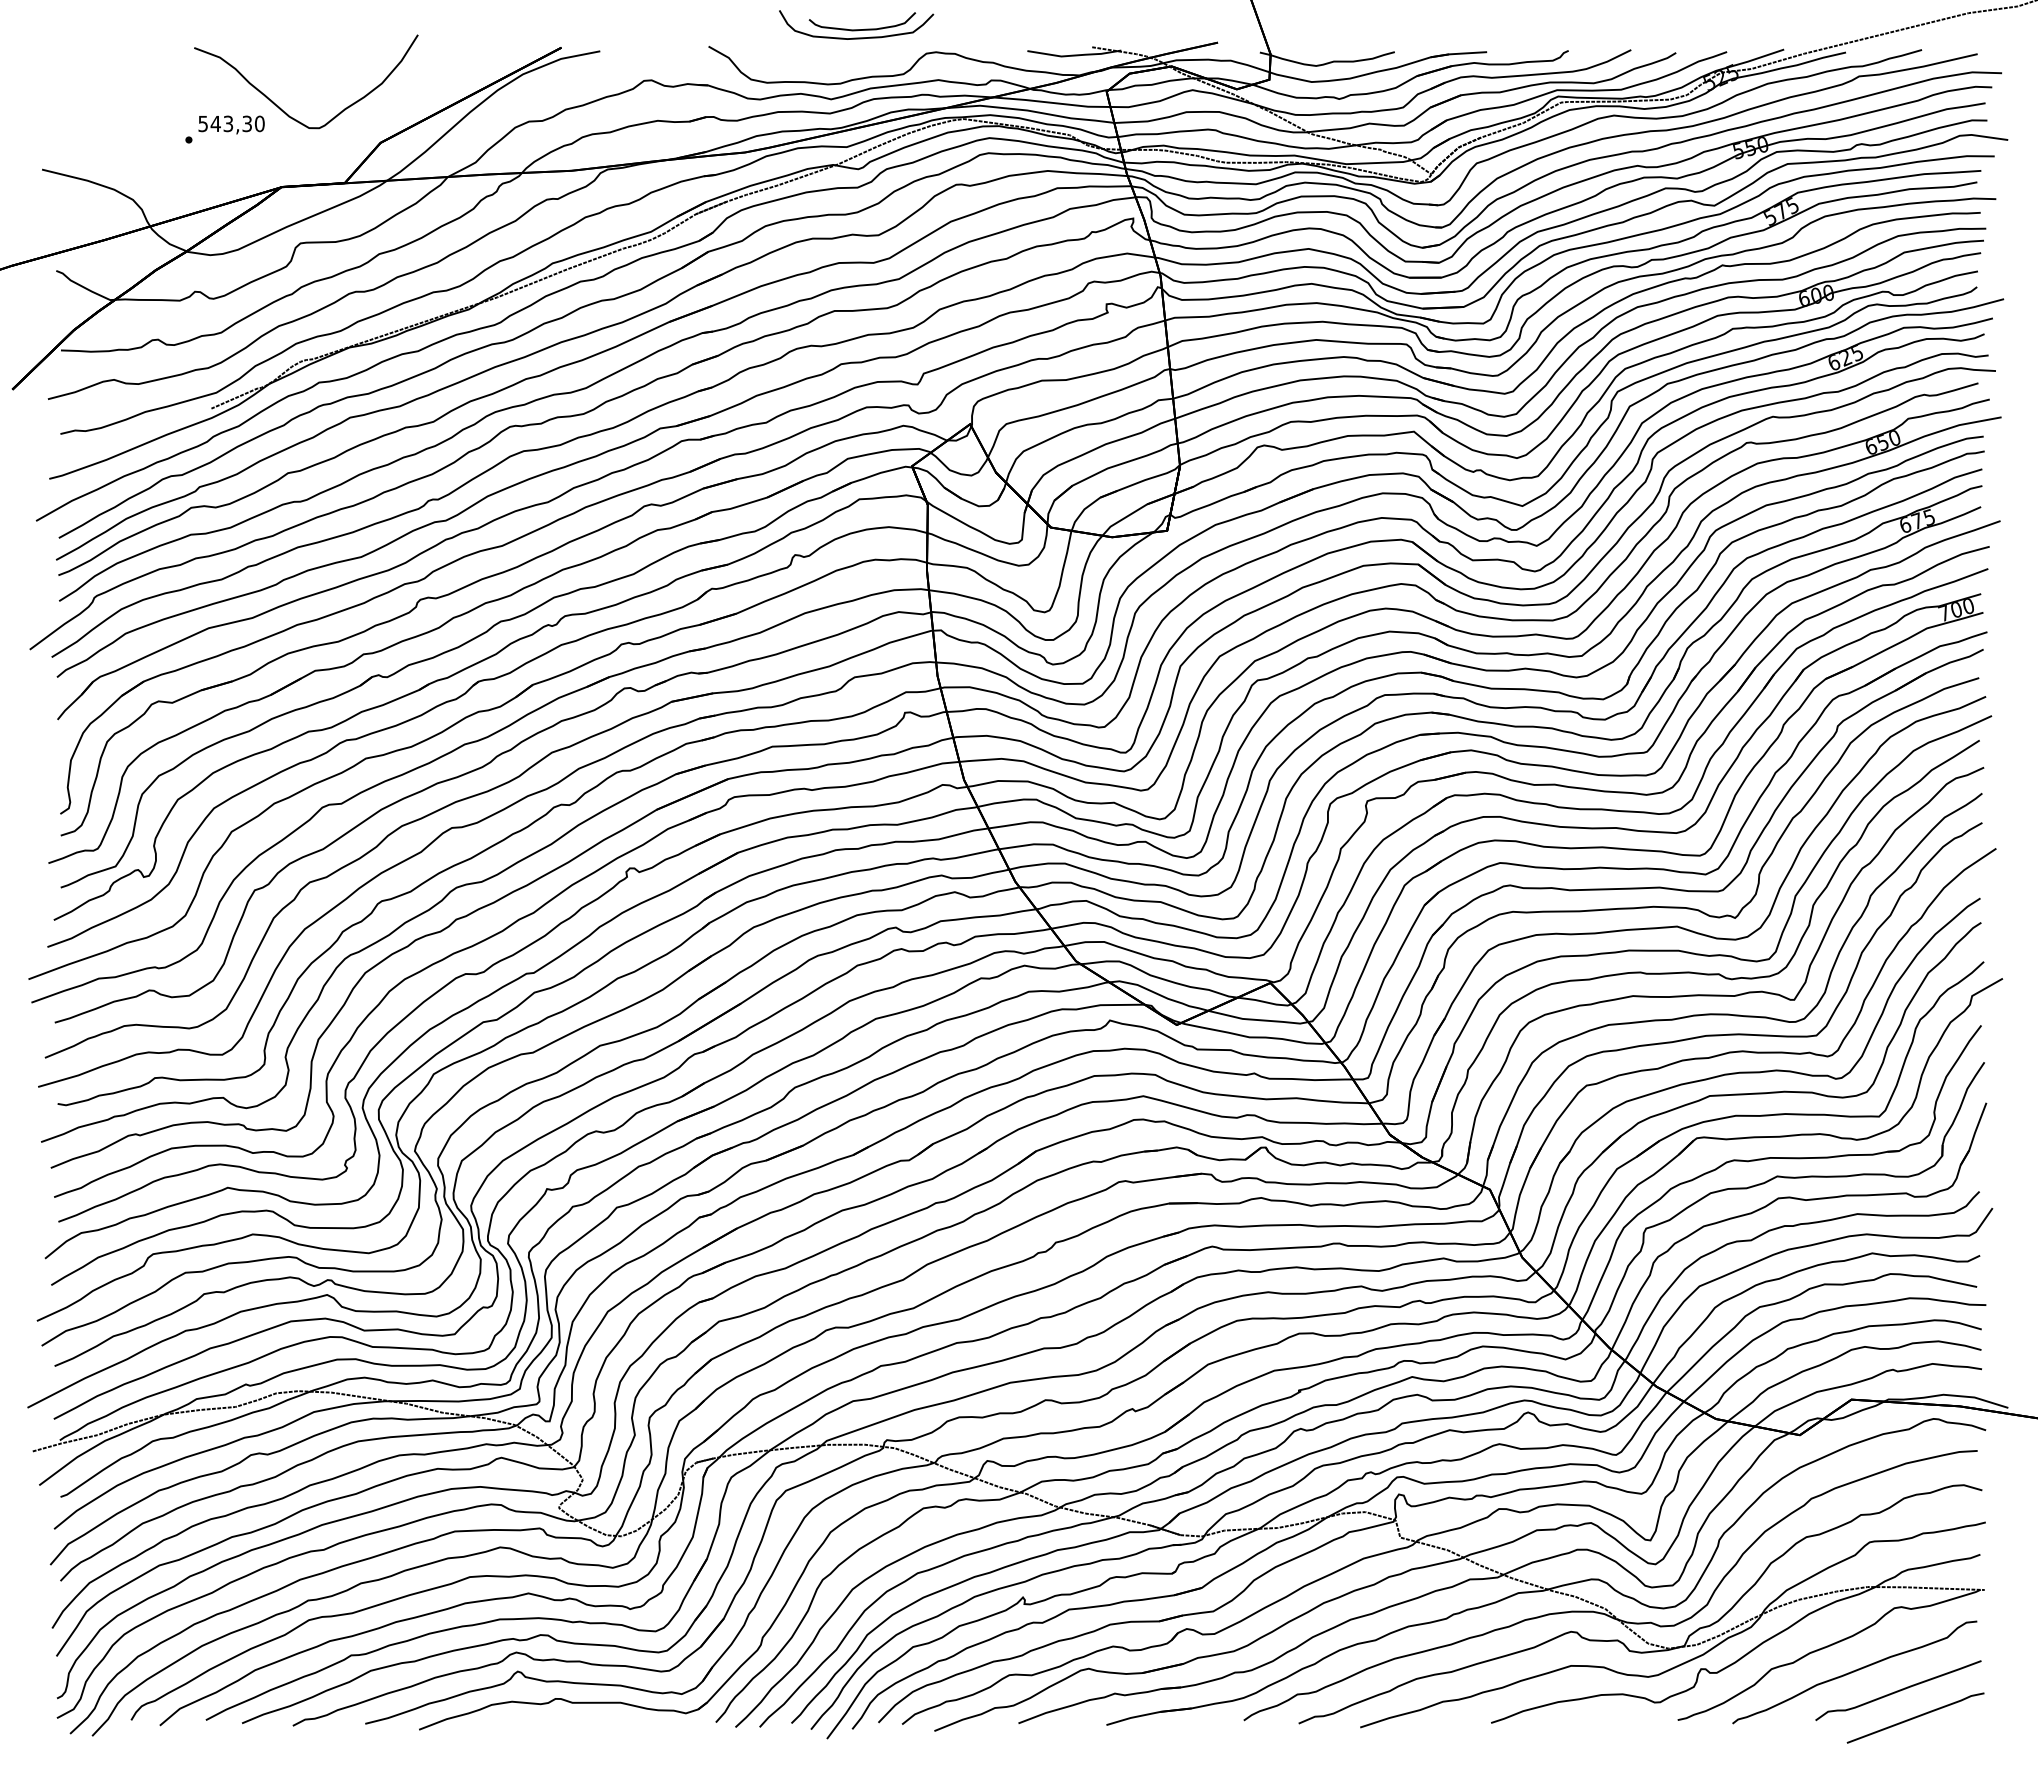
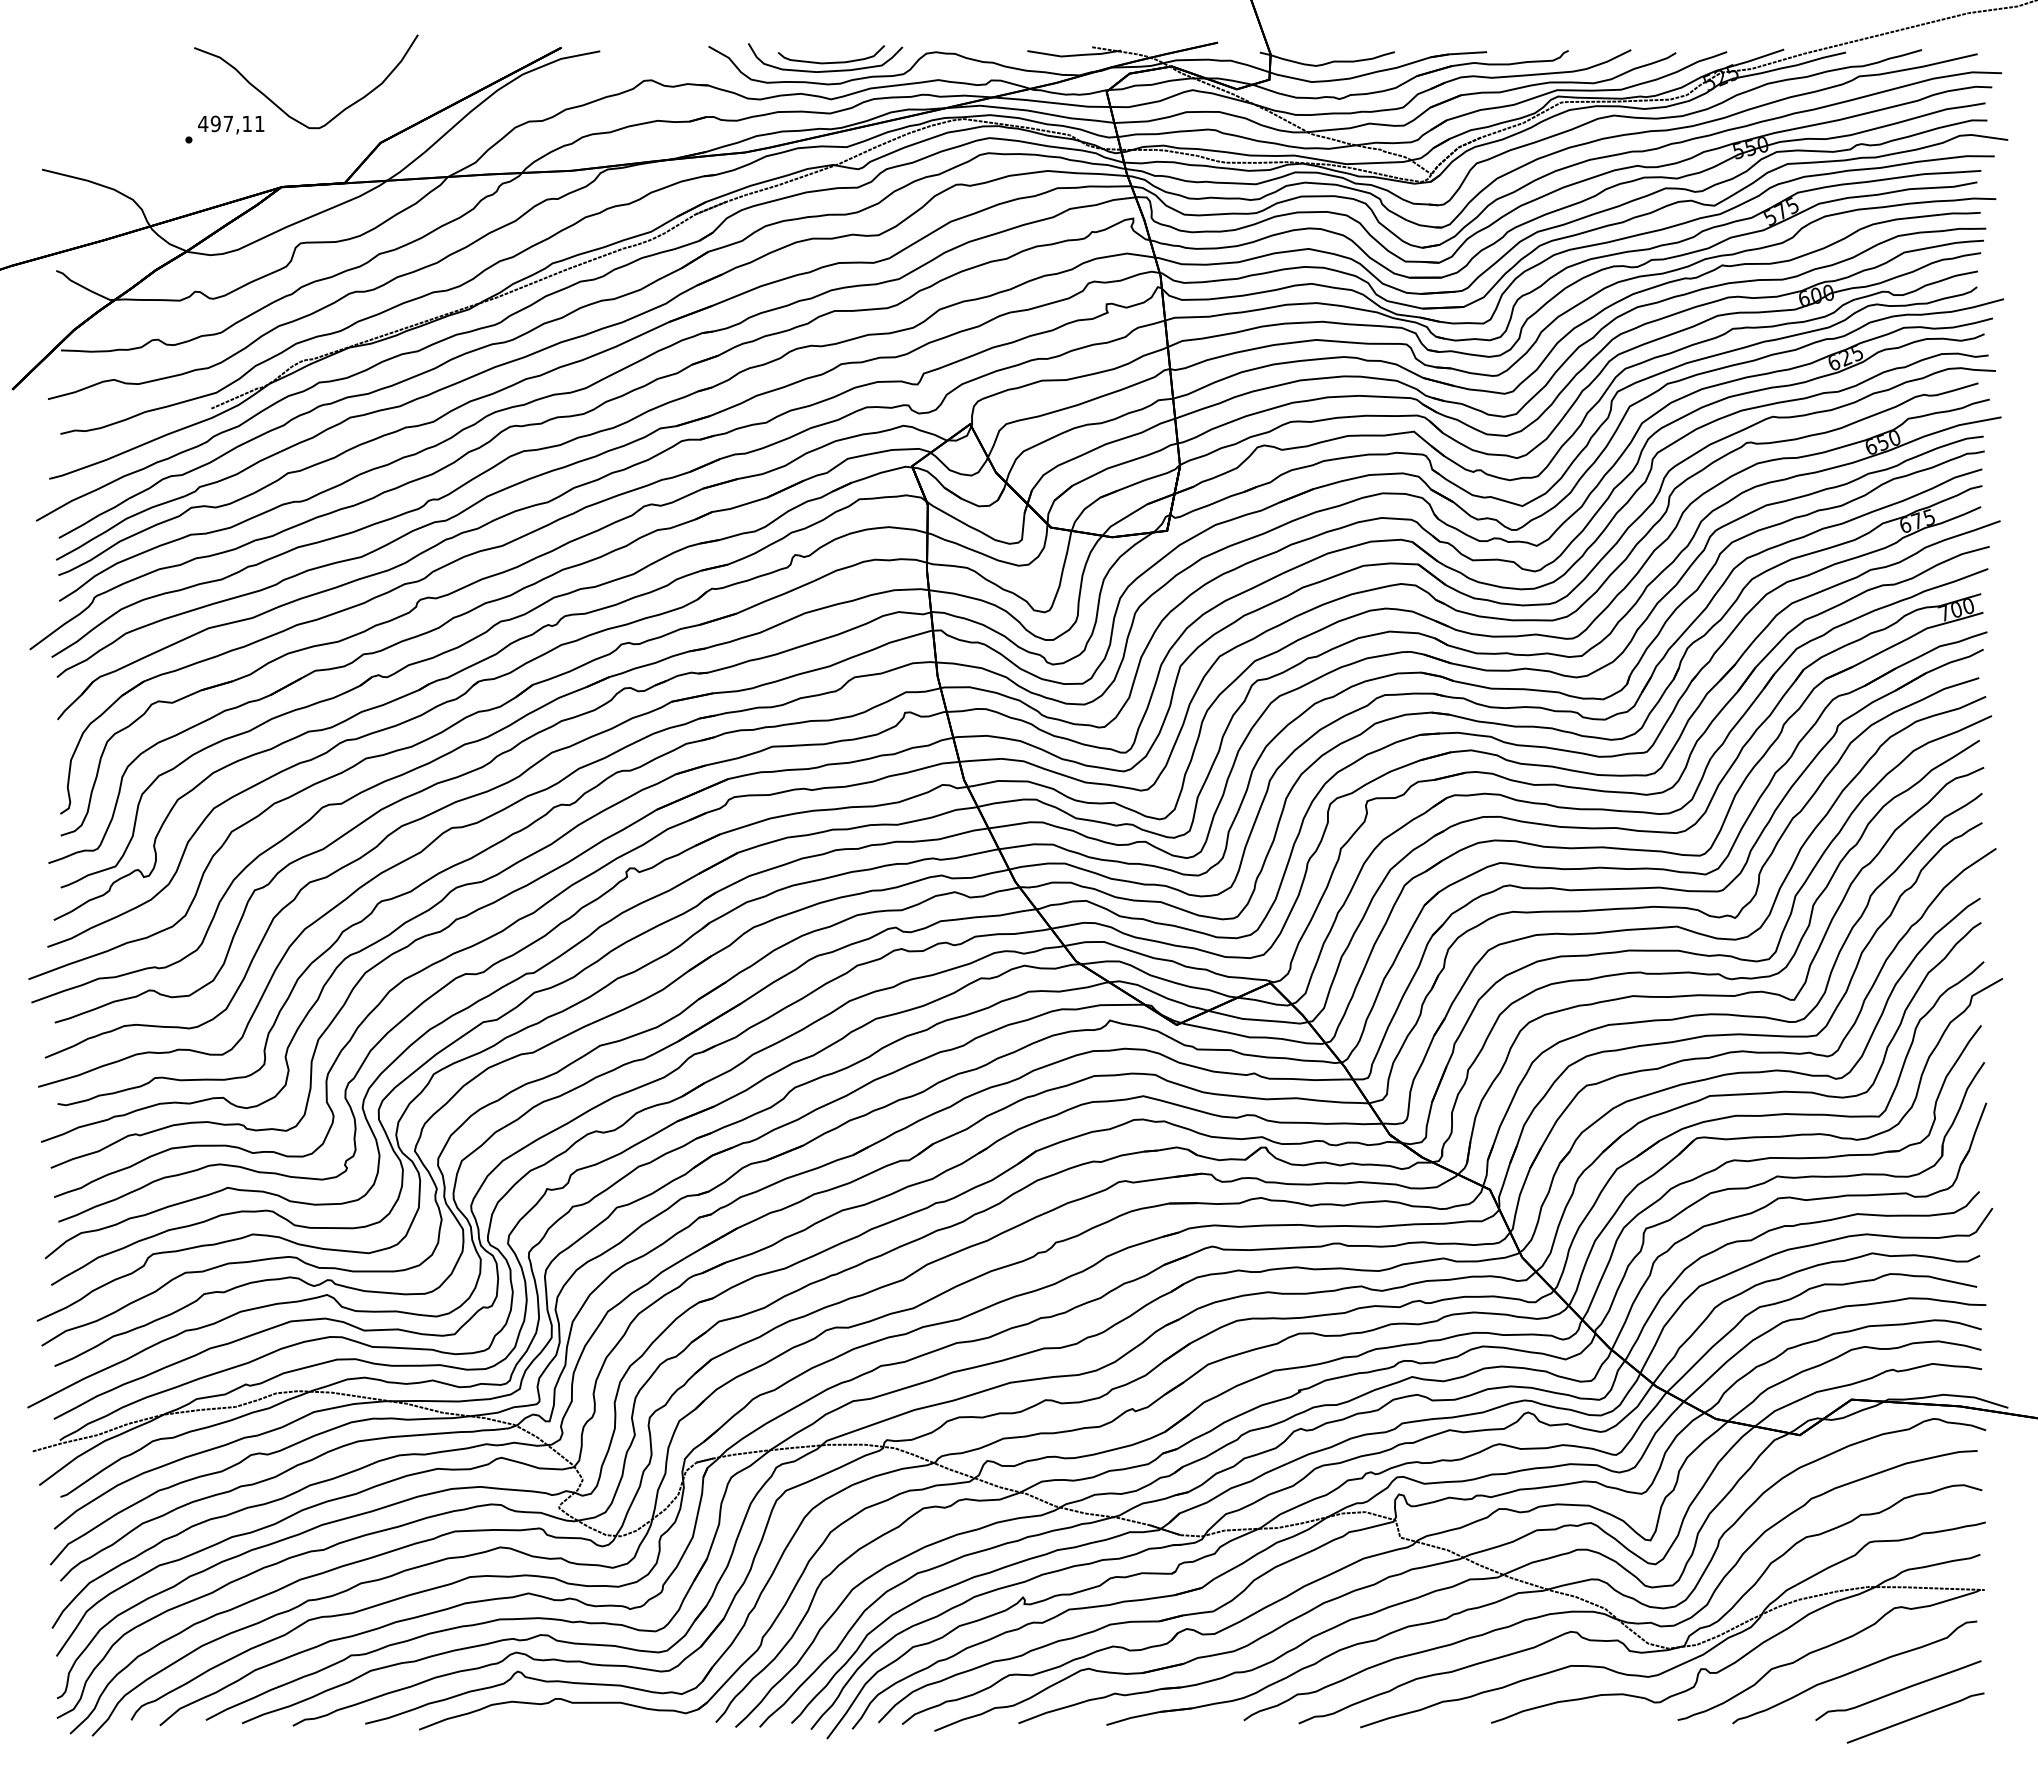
part at (856, 24) position: (856, 24) -> (825, 57)
text at (231, 123): 543,30 -> 497,11
